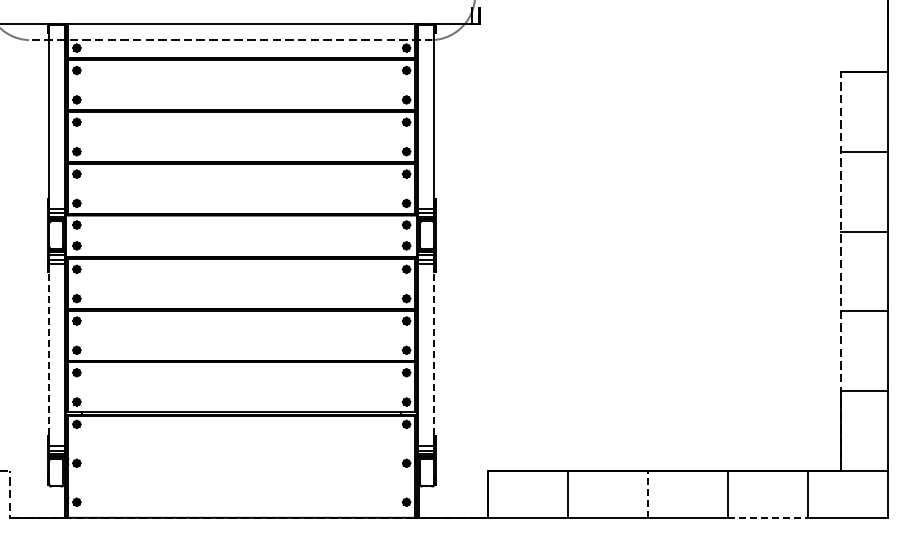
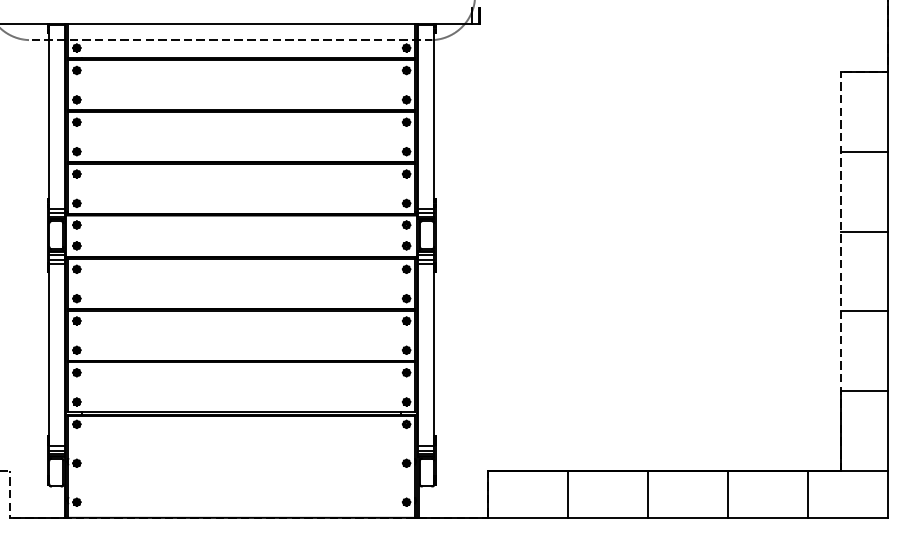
line at (49, 355): dashed -> solid
line at (434, 355): dashed -> solid
line at (648, 493): dashed -> solid
line at (767, 517): dashed -> solid
